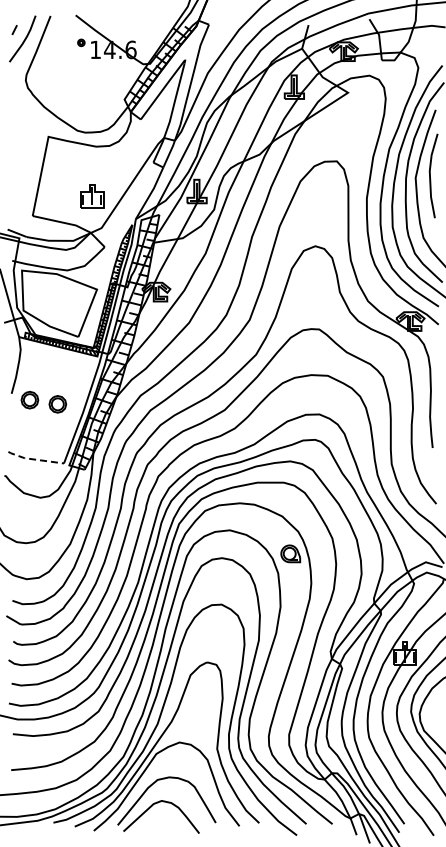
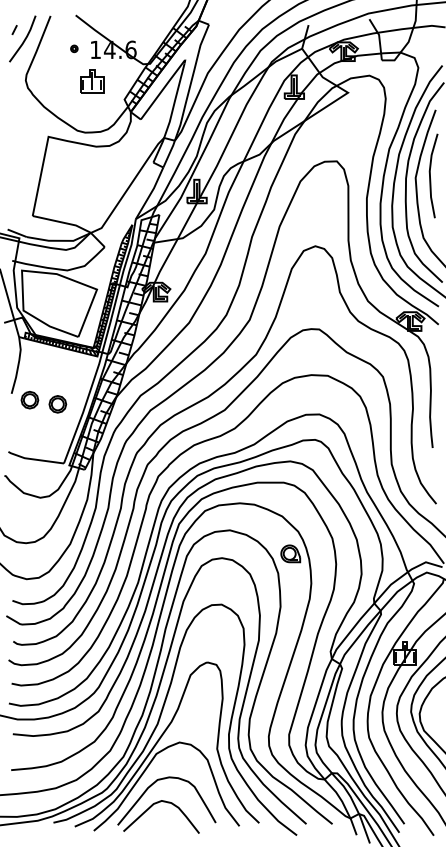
part at (81, 42) position: (81, 42) -> (74, 48)
part at (92, 196) position: (92, 196) -> (92, 81)
line at (34, 459): dashed -> solid
